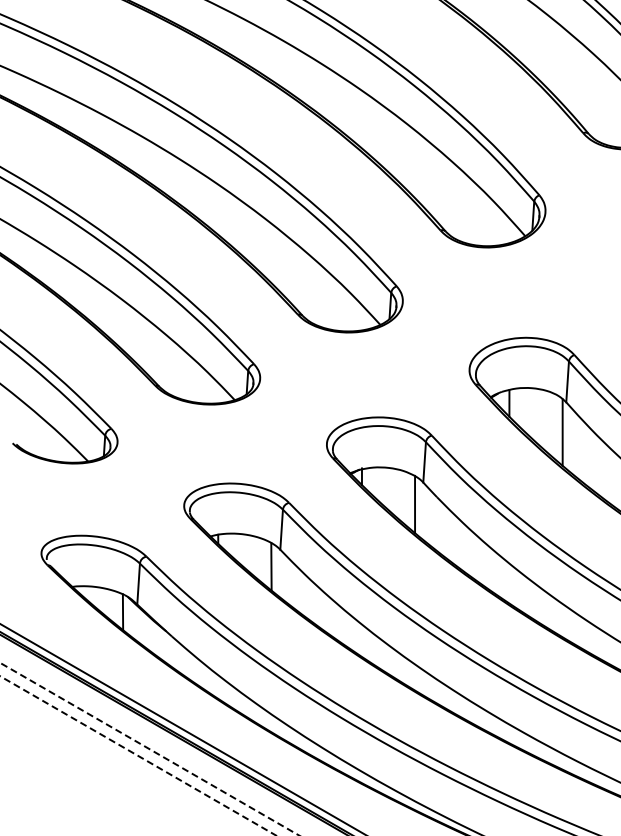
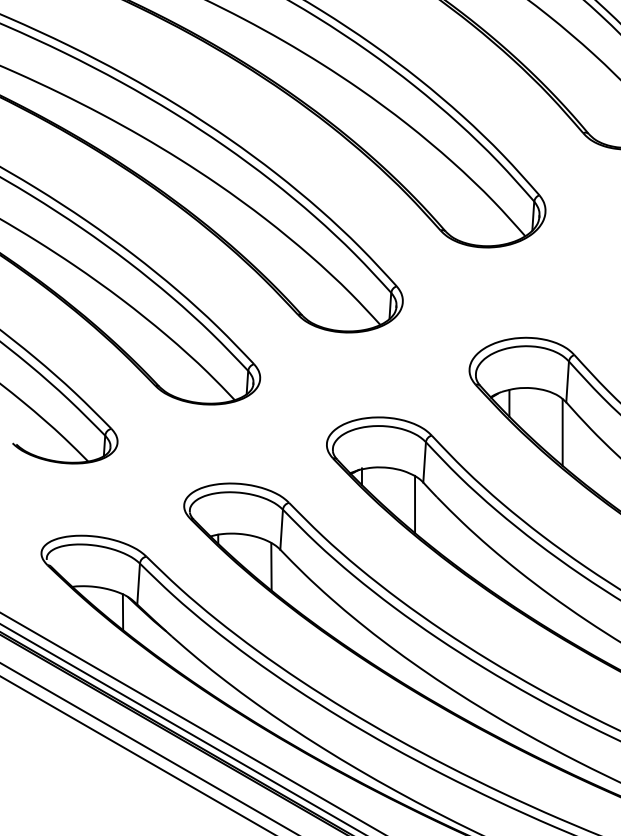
line at (191, 722): none -> present
line at (149, 749): dashed -> solid
line at (139, 756): dashed -> solid
